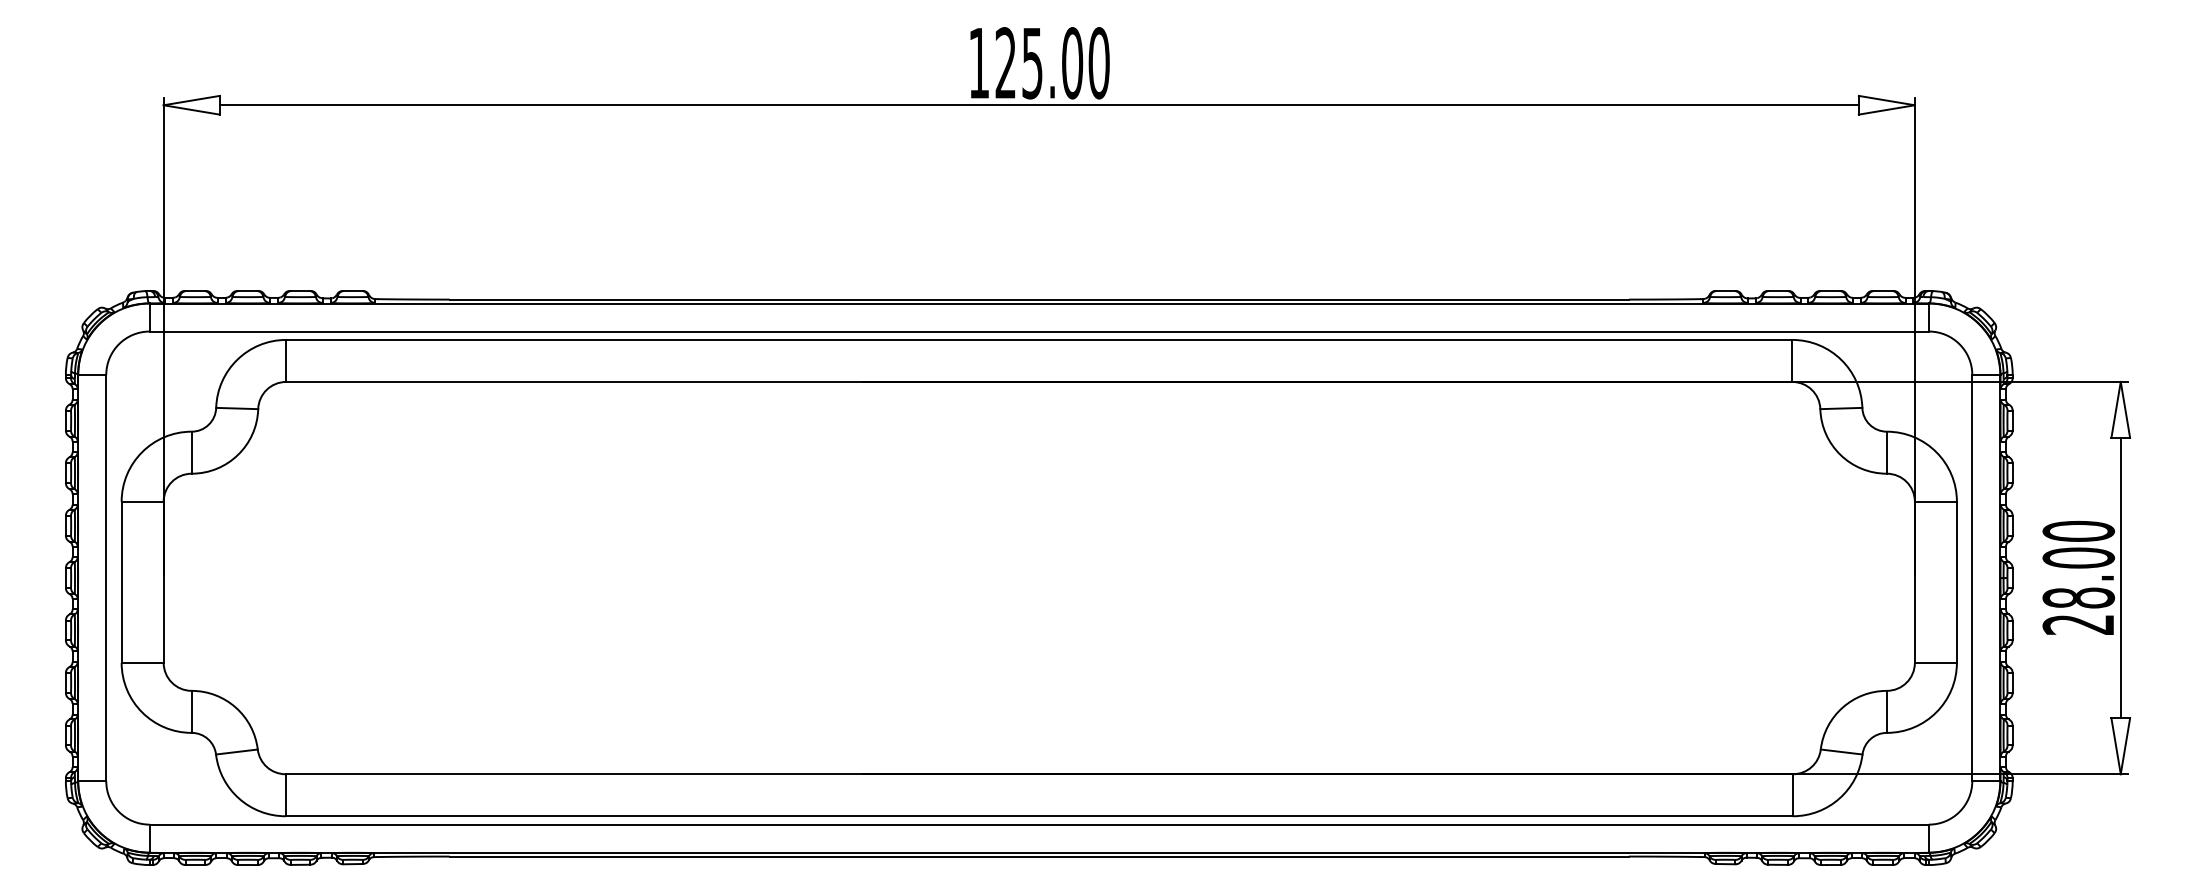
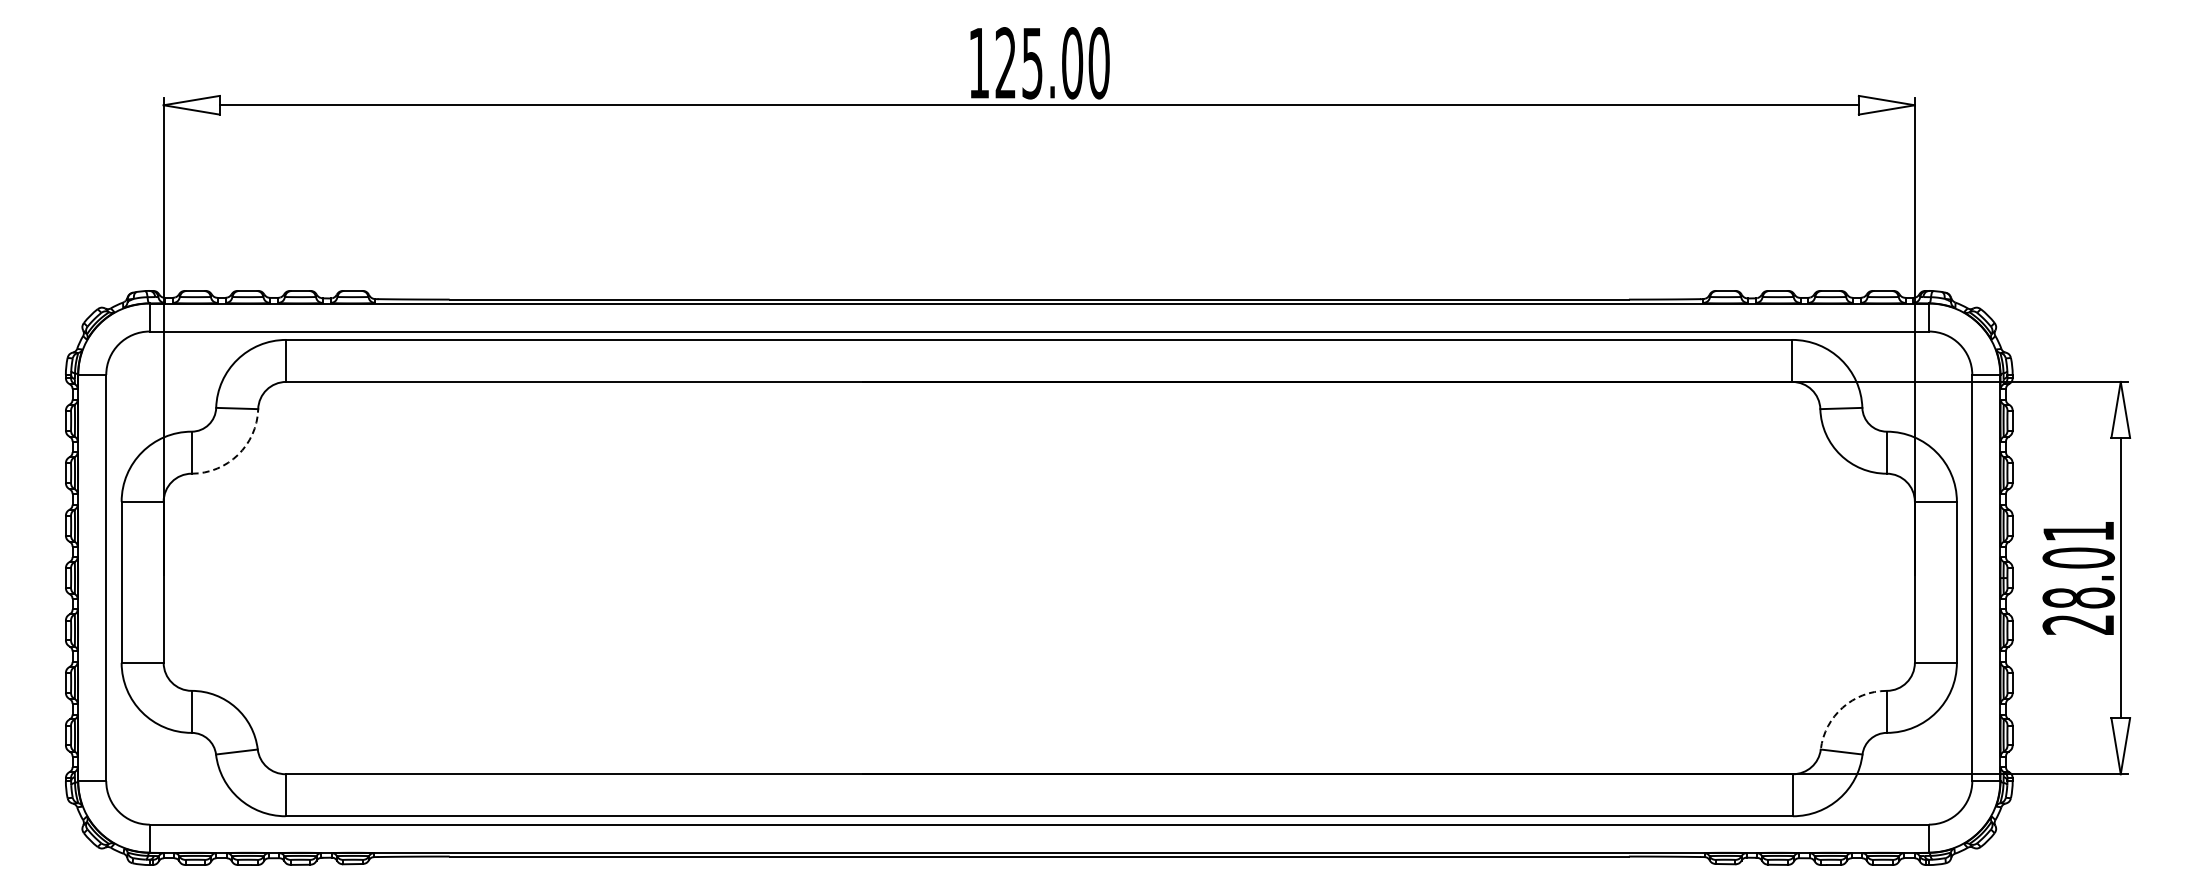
arc at (238, 454): solid -> dashed
text at (2078, 530): 28.00 -> 28.01
arc at (1842, 707): solid -> dashed
